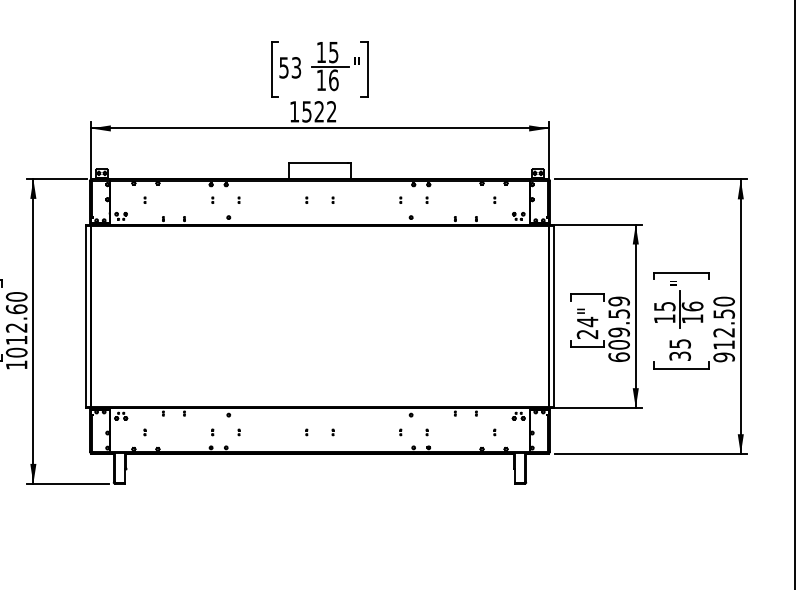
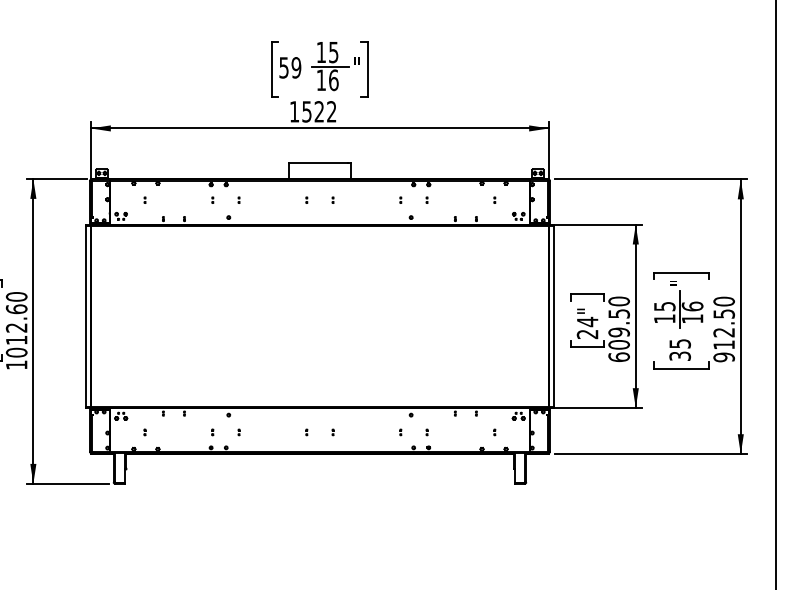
text at (296, 67): 53 -> 59
line at (795, 294) position: (795, 294) -> (776, 294)
text at (618, 301): 609.59 -> 609.50
